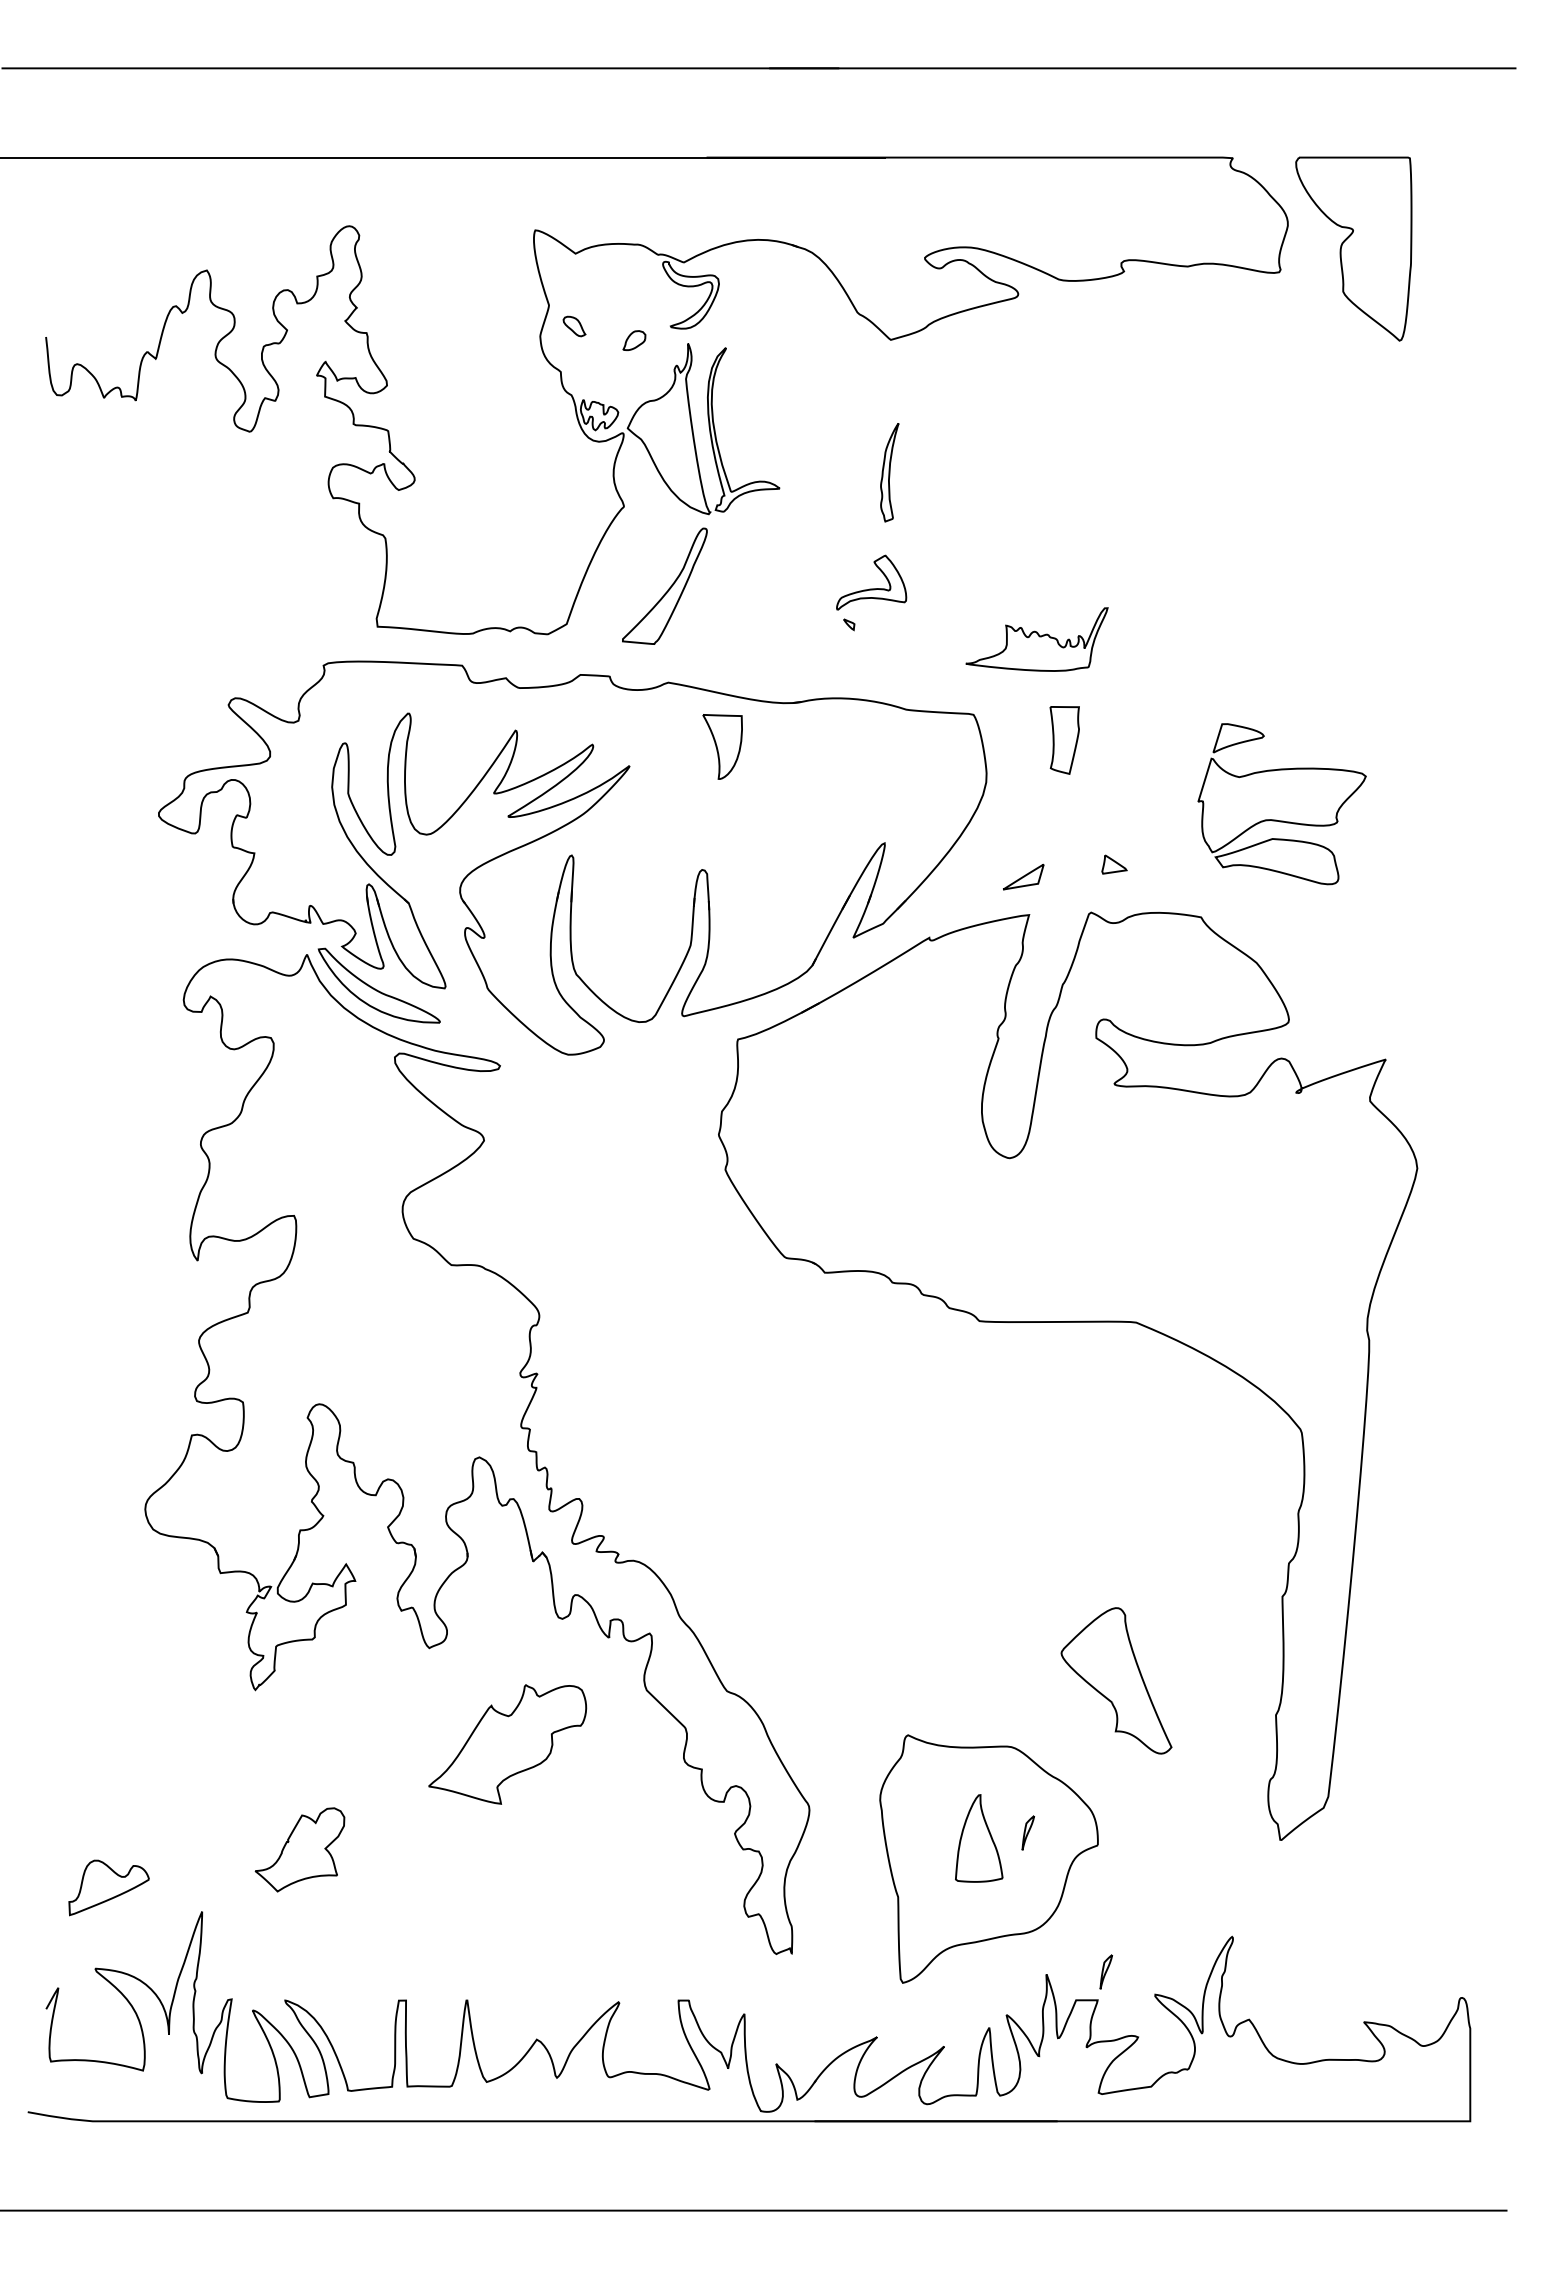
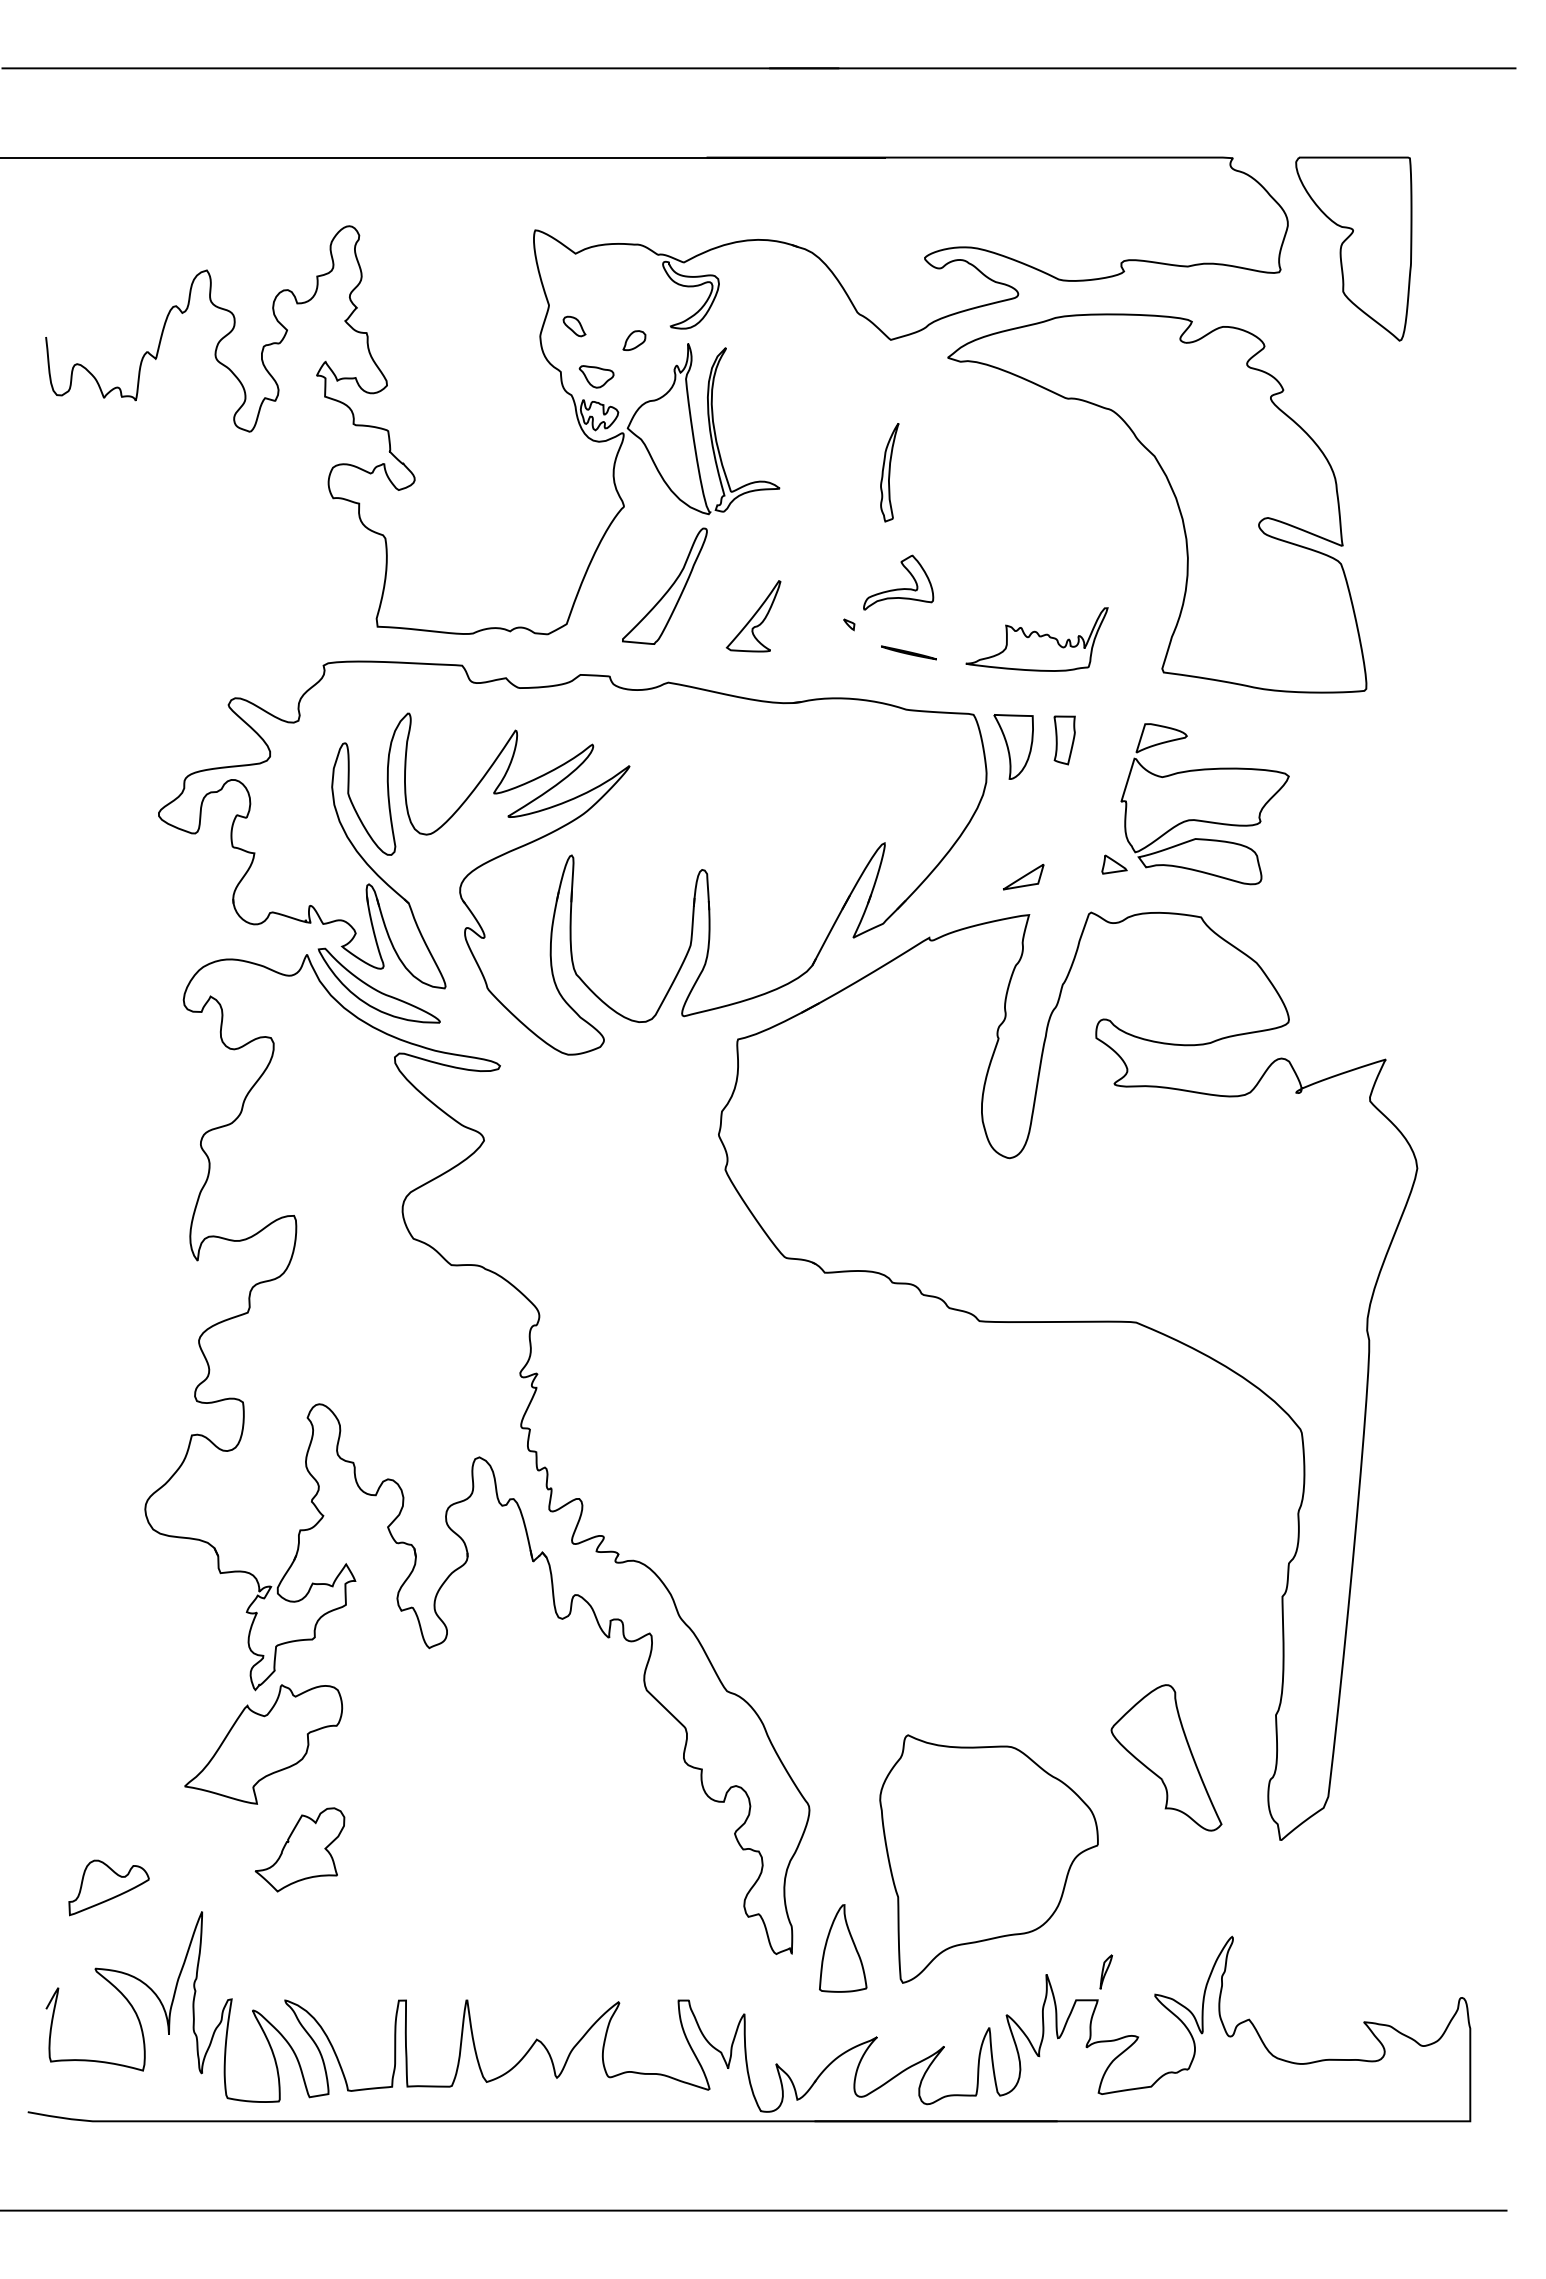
part at (596, 376): none -> present
part at (1173, 495): none -> present
part at (871, 582) position: (871, 582) -> (898, 582)
part at (753, 616): none -> present
line at (908, 652): none -> present
part at (1064, 740) size: 31x69 px -> 23x51 px
part at (722, 746) position: (722, 746) -> (1013, 746)
part at (1281, 804) position: (1281, 804) -> (1204, 804)
part at (1116, 1680) position: (1116, 1680) -> (1166, 1757)
part at (507, 1744) position: (507, 1744) -> (263, 1744)
part at (1027, 1832): present -> none
part at (979, 1838) position: (979, 1838) -> (843, 1948)
